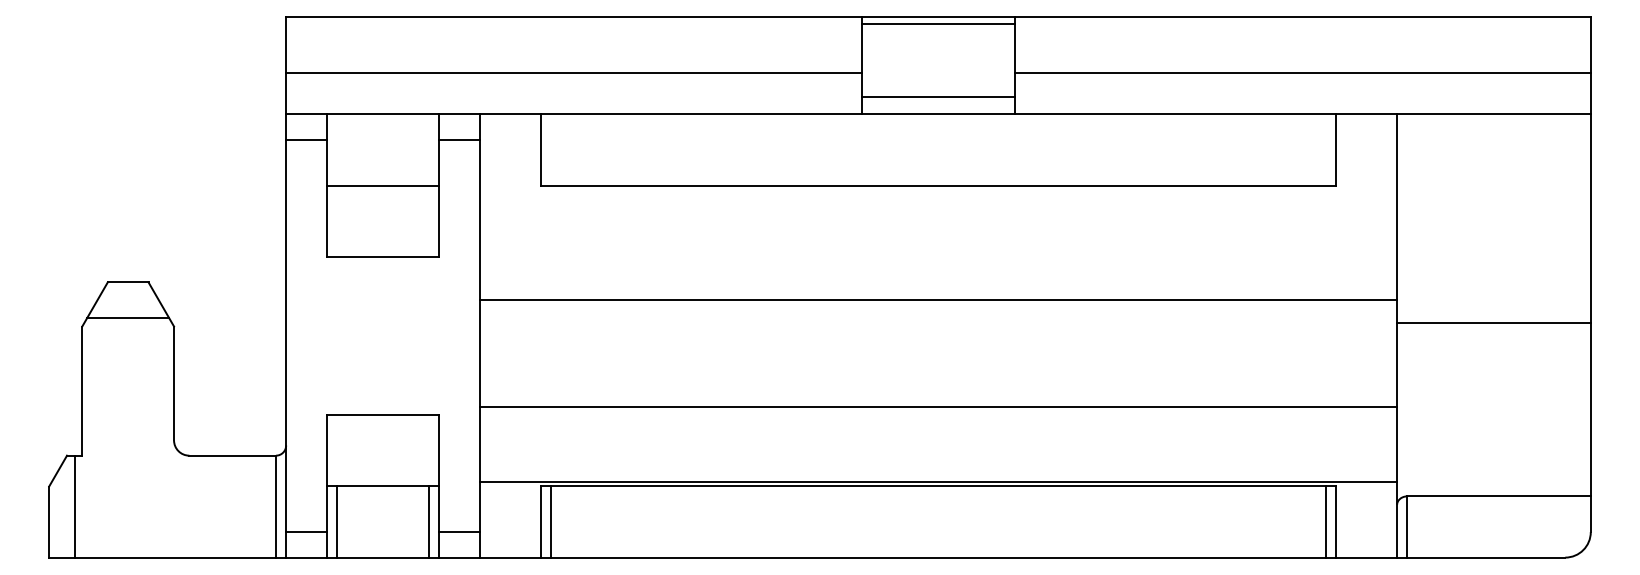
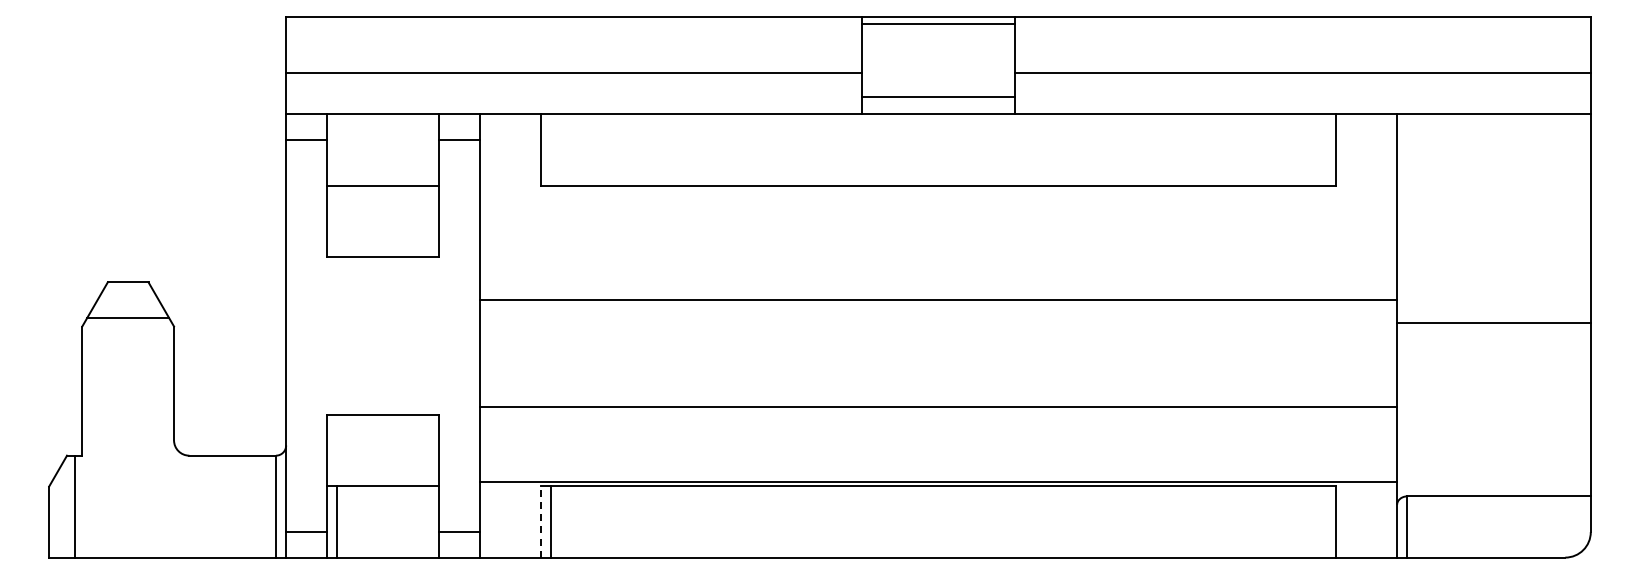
line at (428, 521): present -> none
line at (540, 521): solid -> dashed
line at (1325, 521): present -> none
